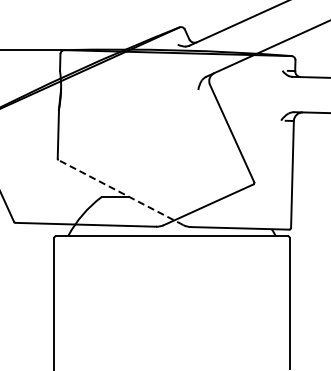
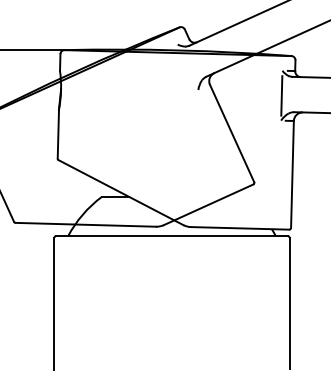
line at (281, 95): none -> present
line at (120, 192): dashed -> solid
